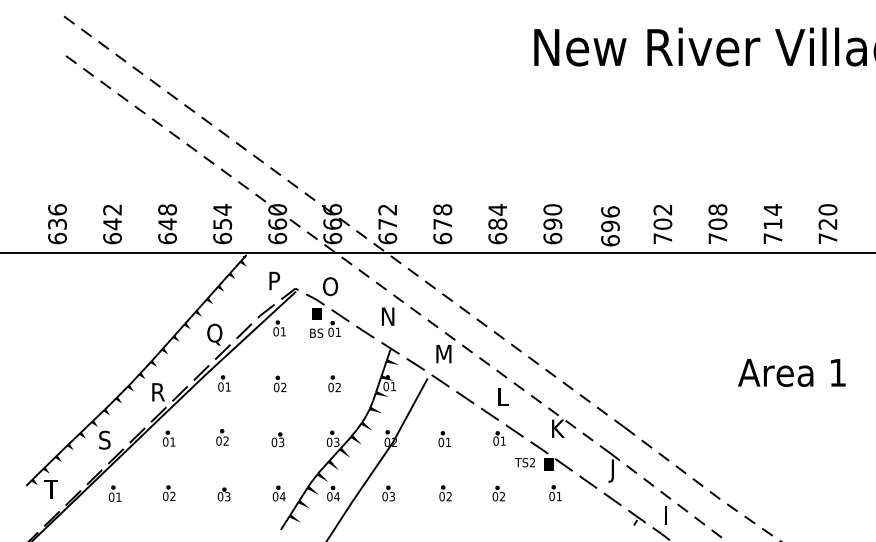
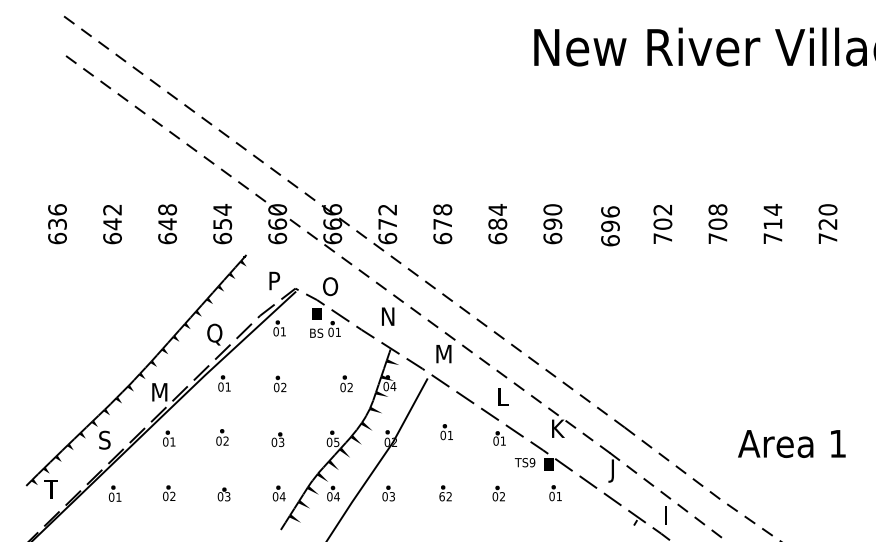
line at (437, 252): present -> none
text at (791, 372) position: (791, 372) -> (791, 443)
text at (334, 383) position: (334, 383) -> (346, 383)
text at (393, 386): 01 -> 04
text at (160, 392): R -> M
text at (444, 439) position: (444, 439) -> (446, 432)
text at (336, 441): 03 -> 05
text at (532, 462): TS2 -> TS9
text at (441, 496): 02 -> 62
